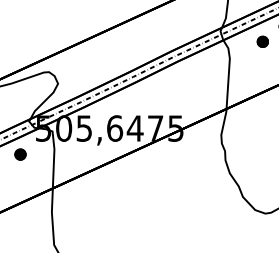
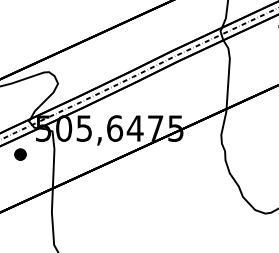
part at (262, 41): present -> none
